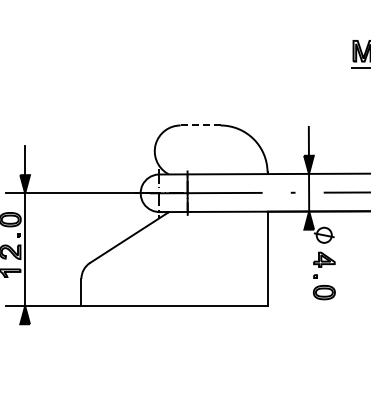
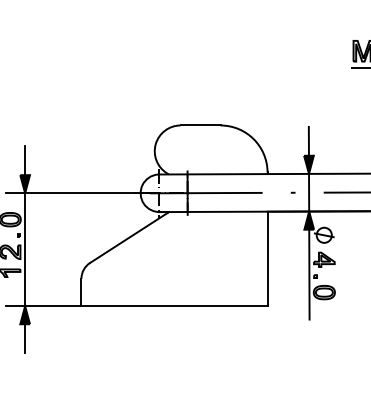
line at (200, 125): dashed -> solid
line at (309, 274): none -> present
line at (25, 338): none -> present
